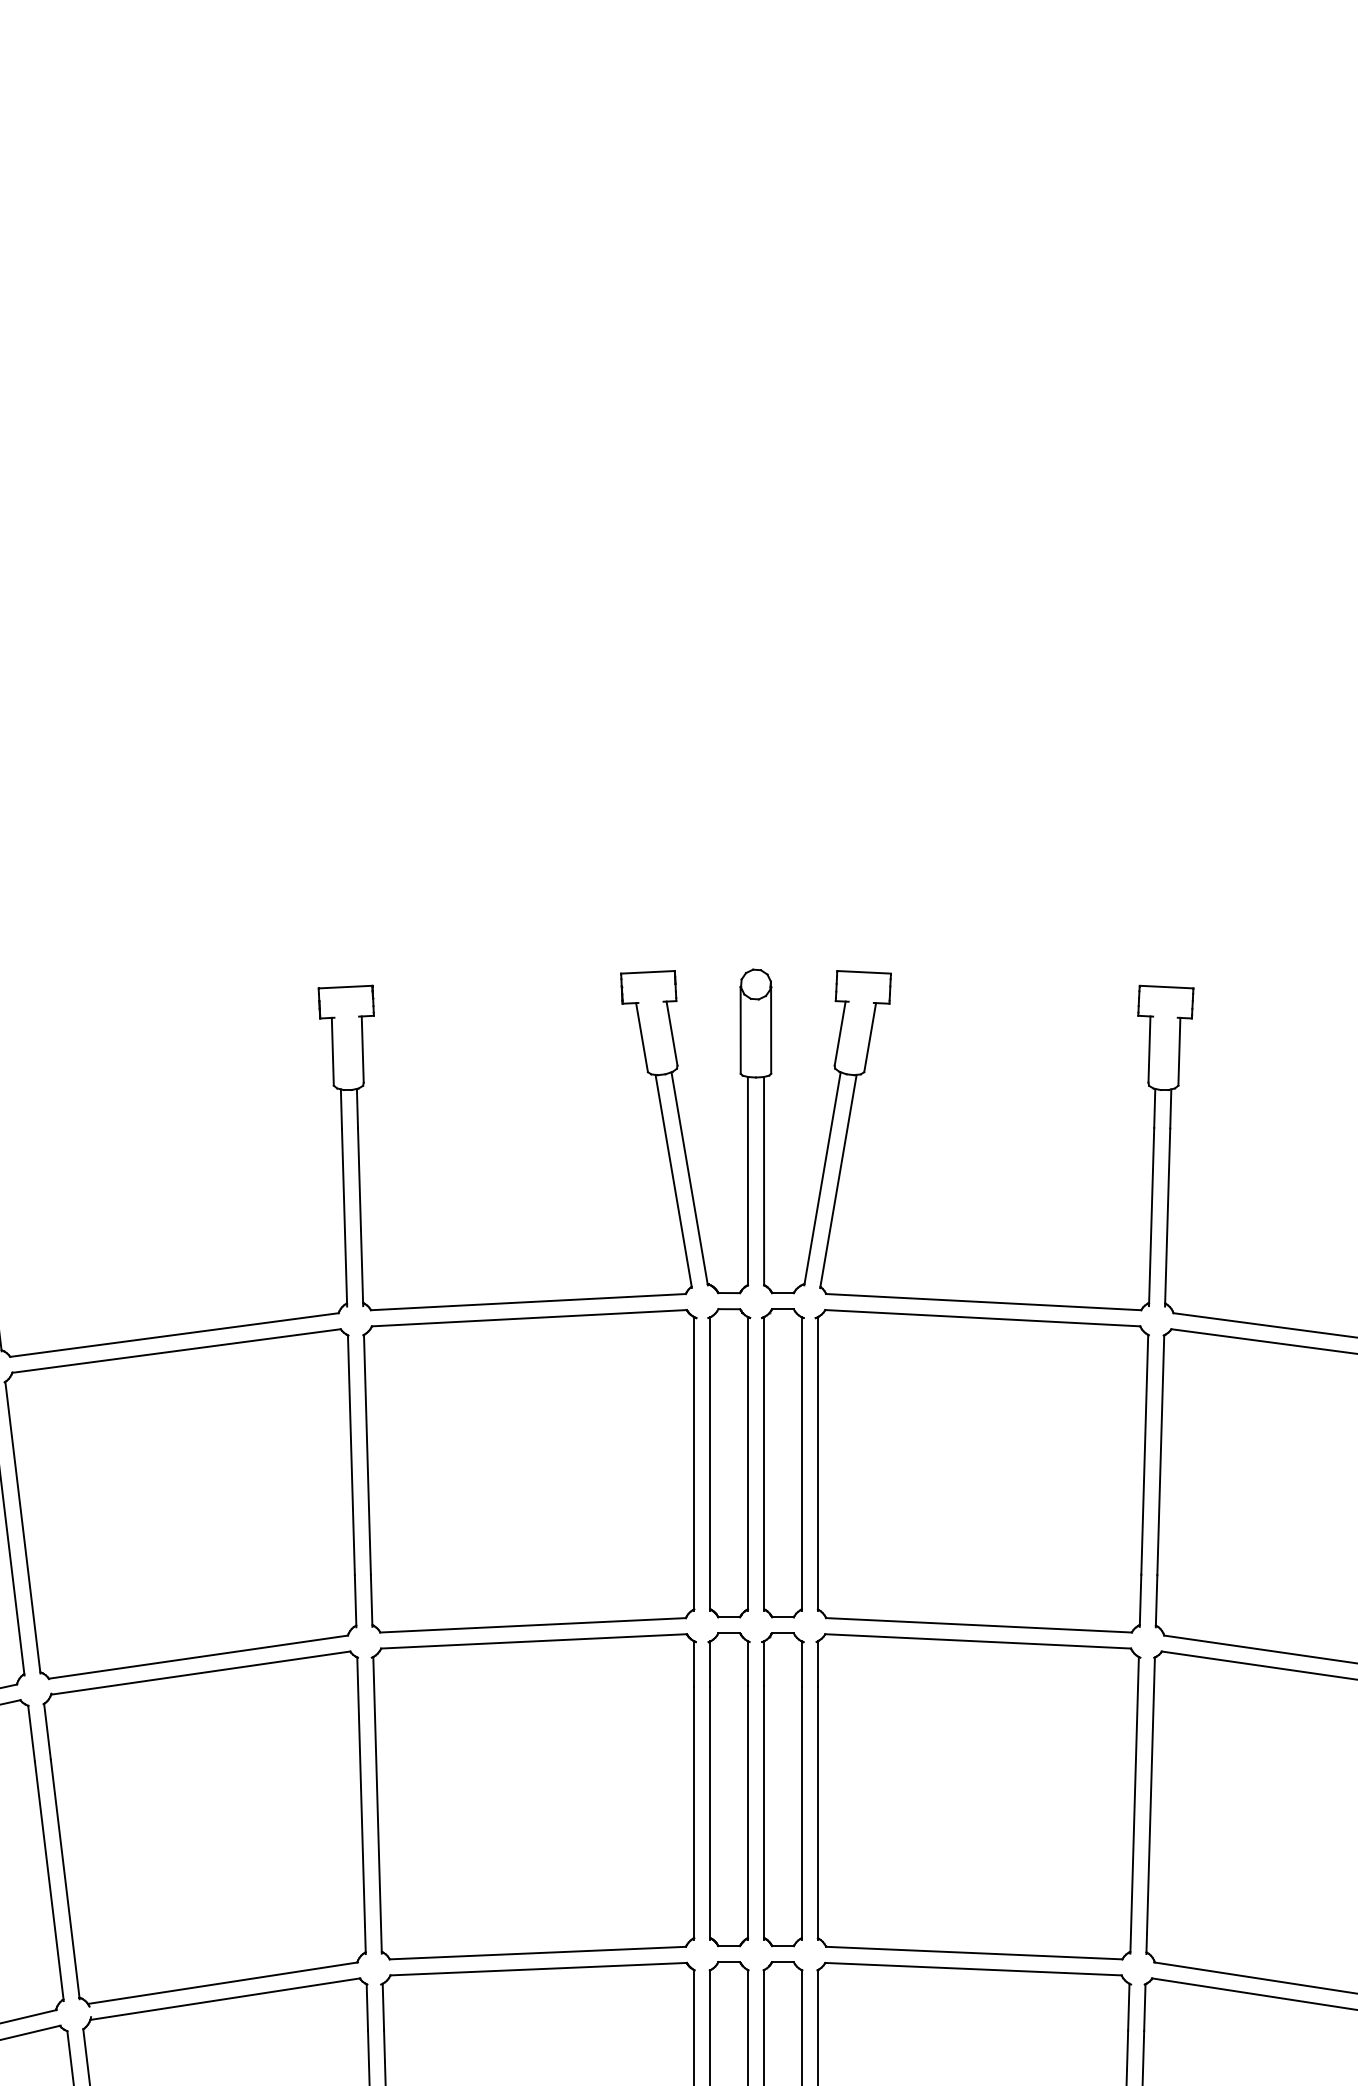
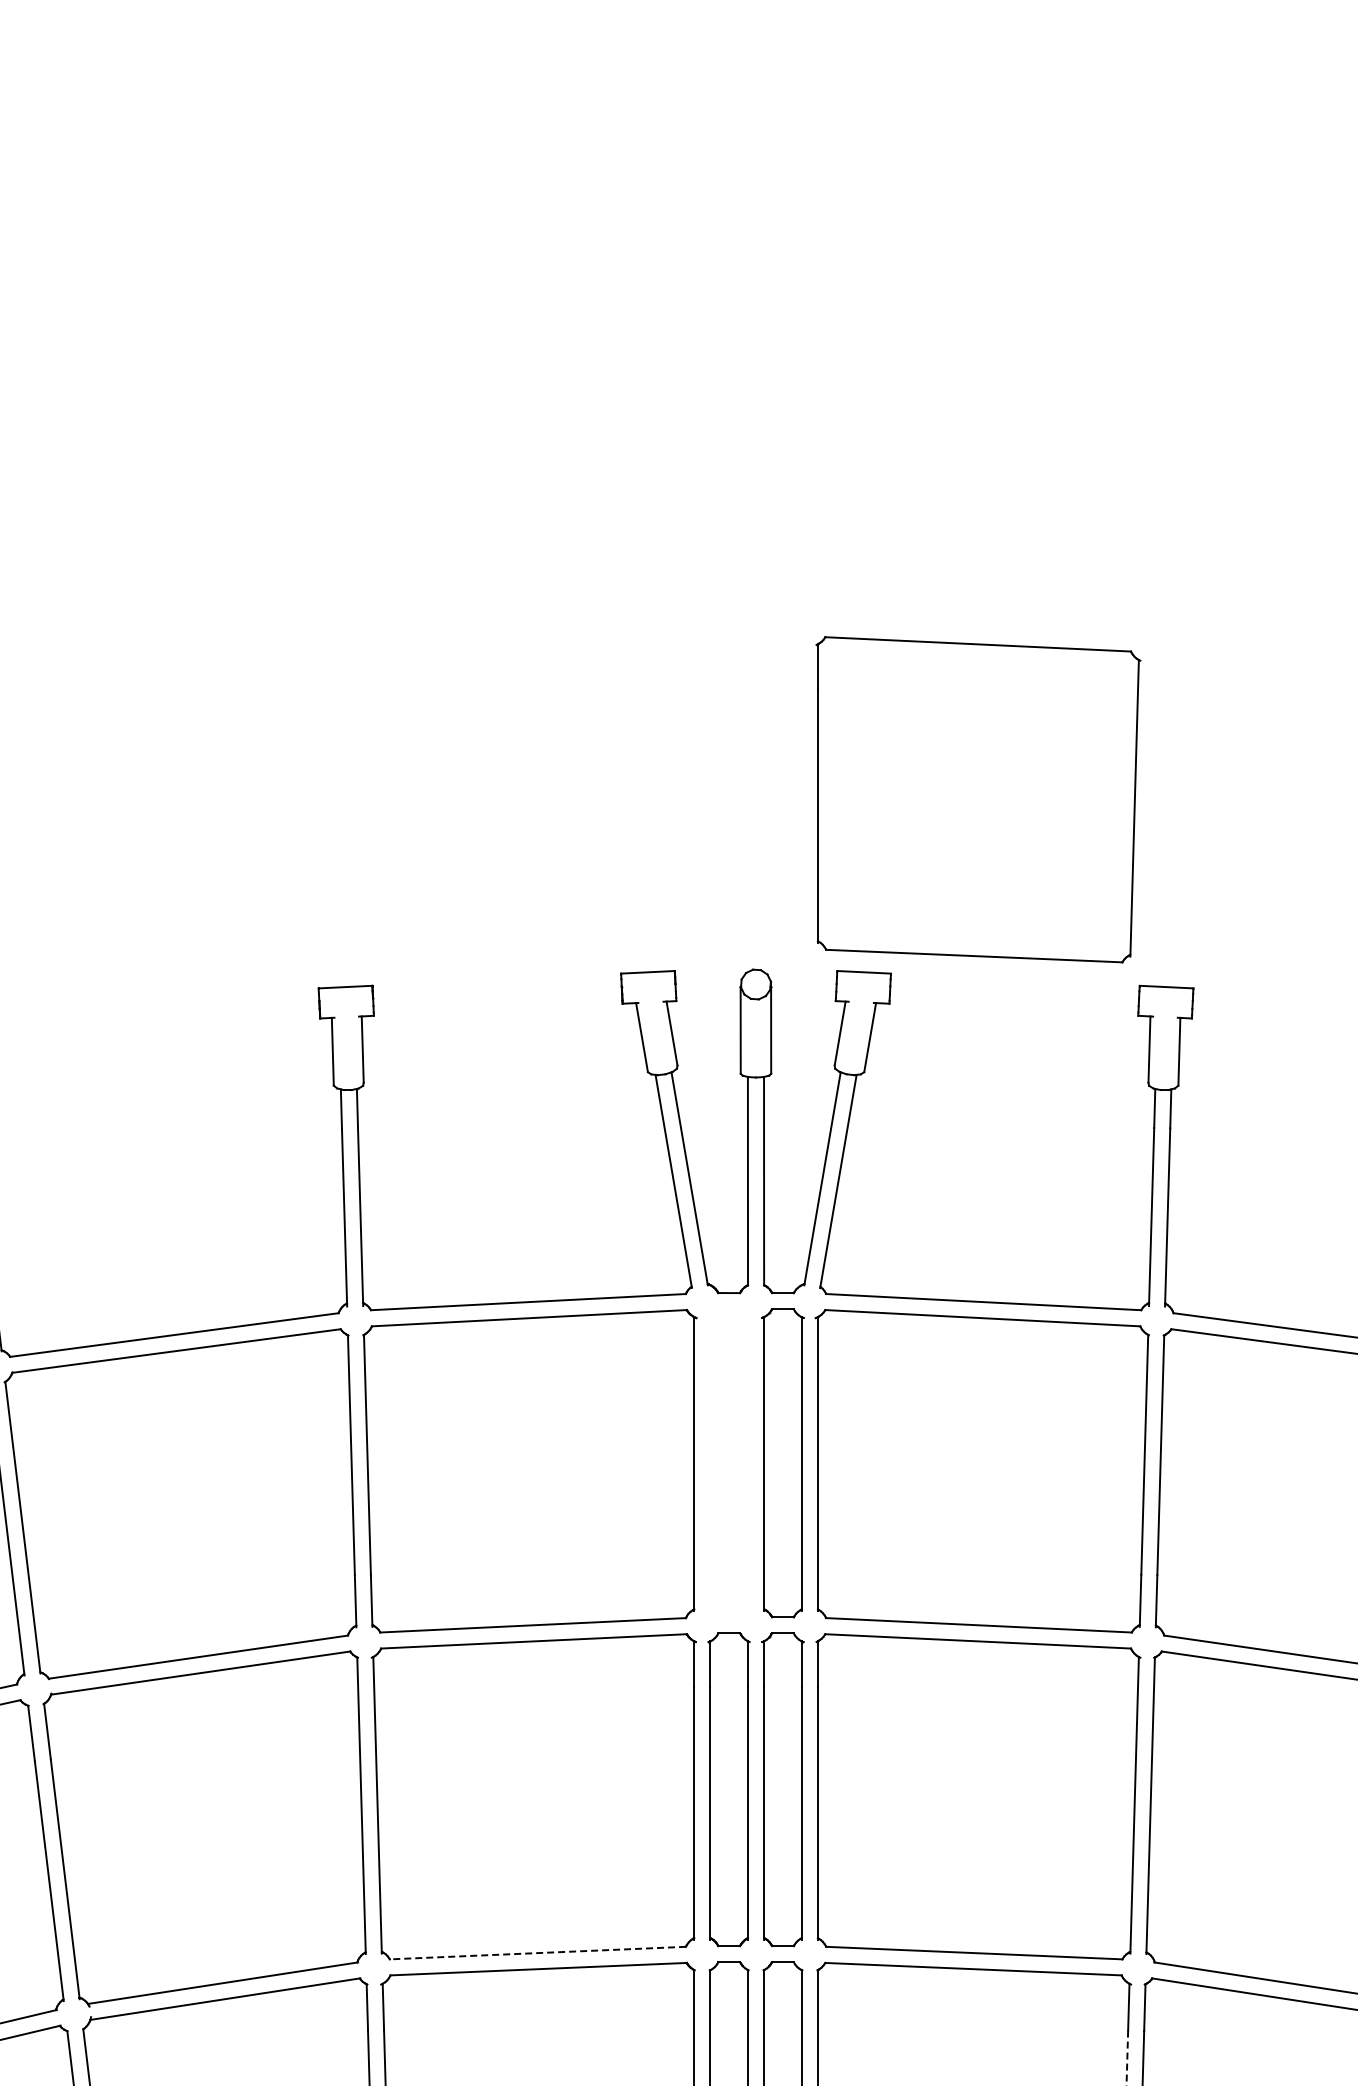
part at (978, 799): none -> present
part at (729, 1463): present -> none
line at (537, 1953): solid -> dashed
line at (1127, 2058): solid -> dashed
